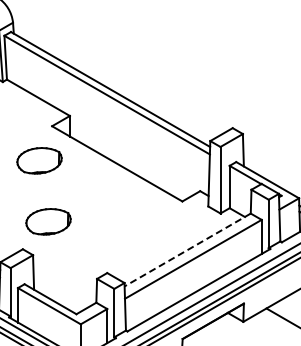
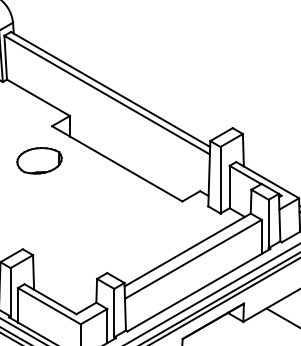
part at (48, 221): present -> none
line at (187, 250): dashed -> solid
